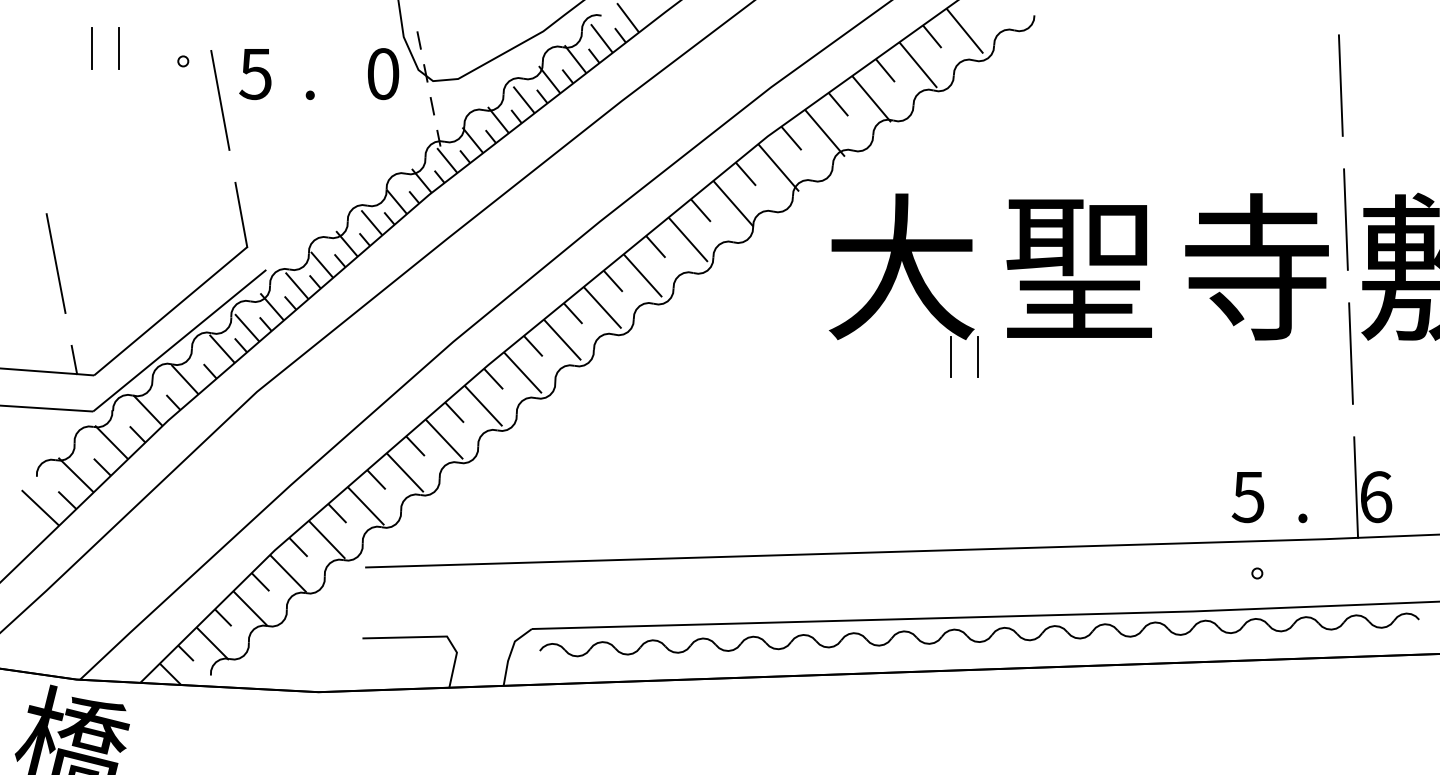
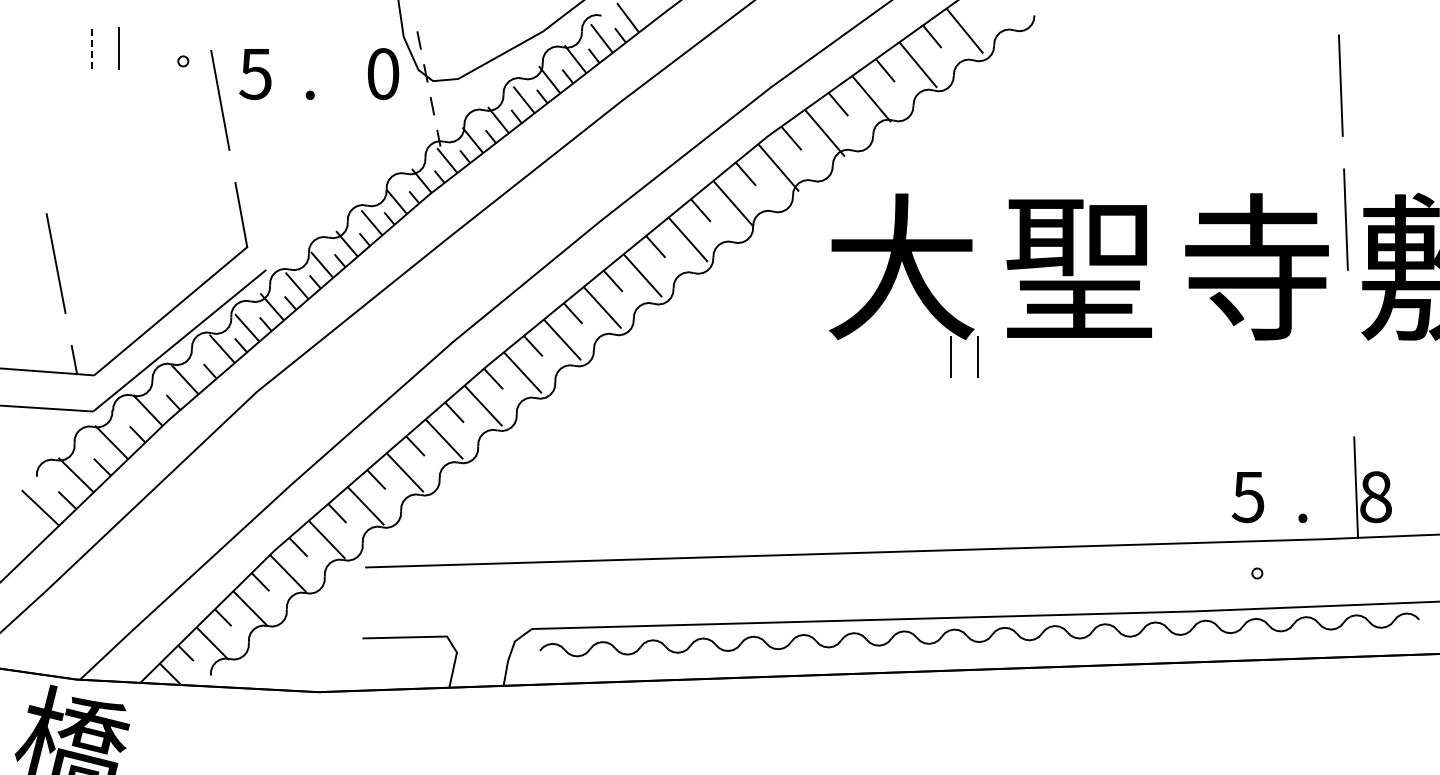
line at (92, 48): solid -> dashed
line at (1350, 353): present -> none
text at (1376, 497): 6 -> 8
